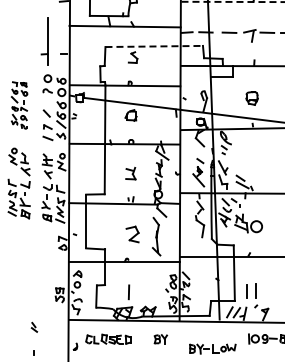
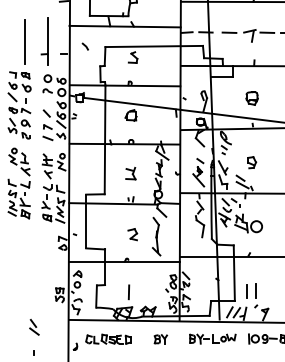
line at (233, 1): dashed -> solid
line at (25, 41): none -> present
part at (84, 46): none -> present
line at (154, 46): dashed -> solid
part at (19, 105) size: 19x49 px -> 25x69 px
part at (252, 162): none -> present
part at (132, 234) size: 15x19 px -> 12x14 px
part at (34, 326) size: 9x12 px -> 11x17 px
part at (212, 348) position: (212, 348) -> (212, 338)
